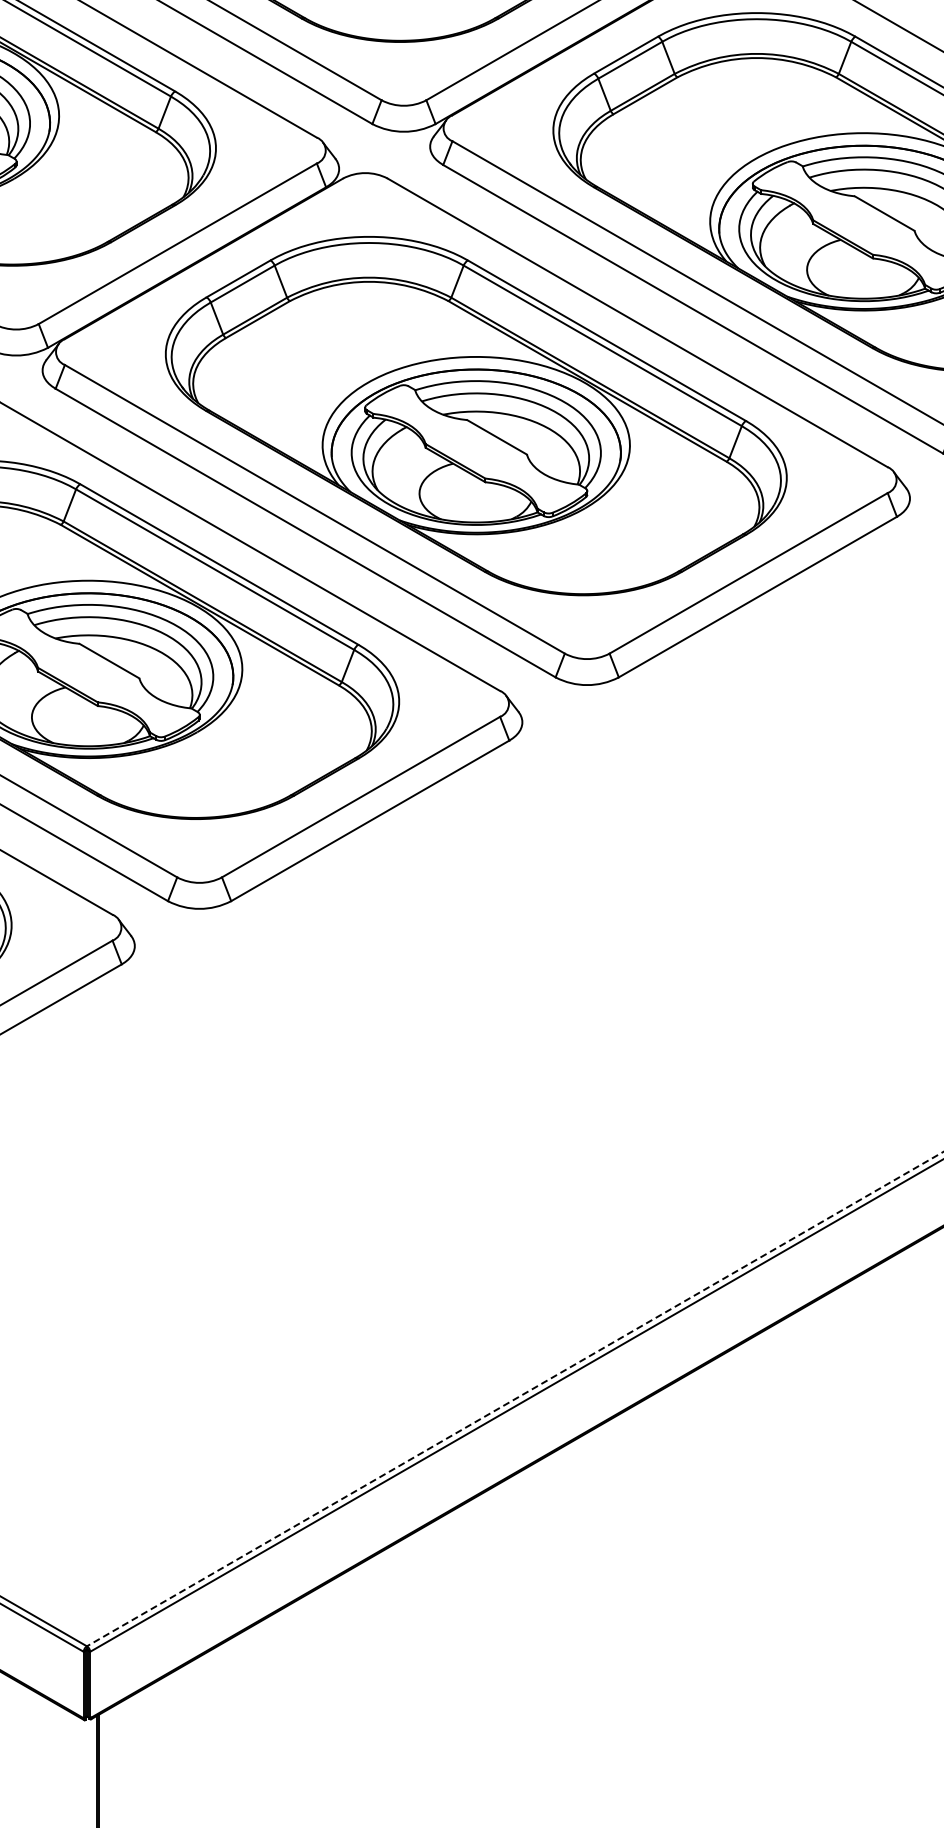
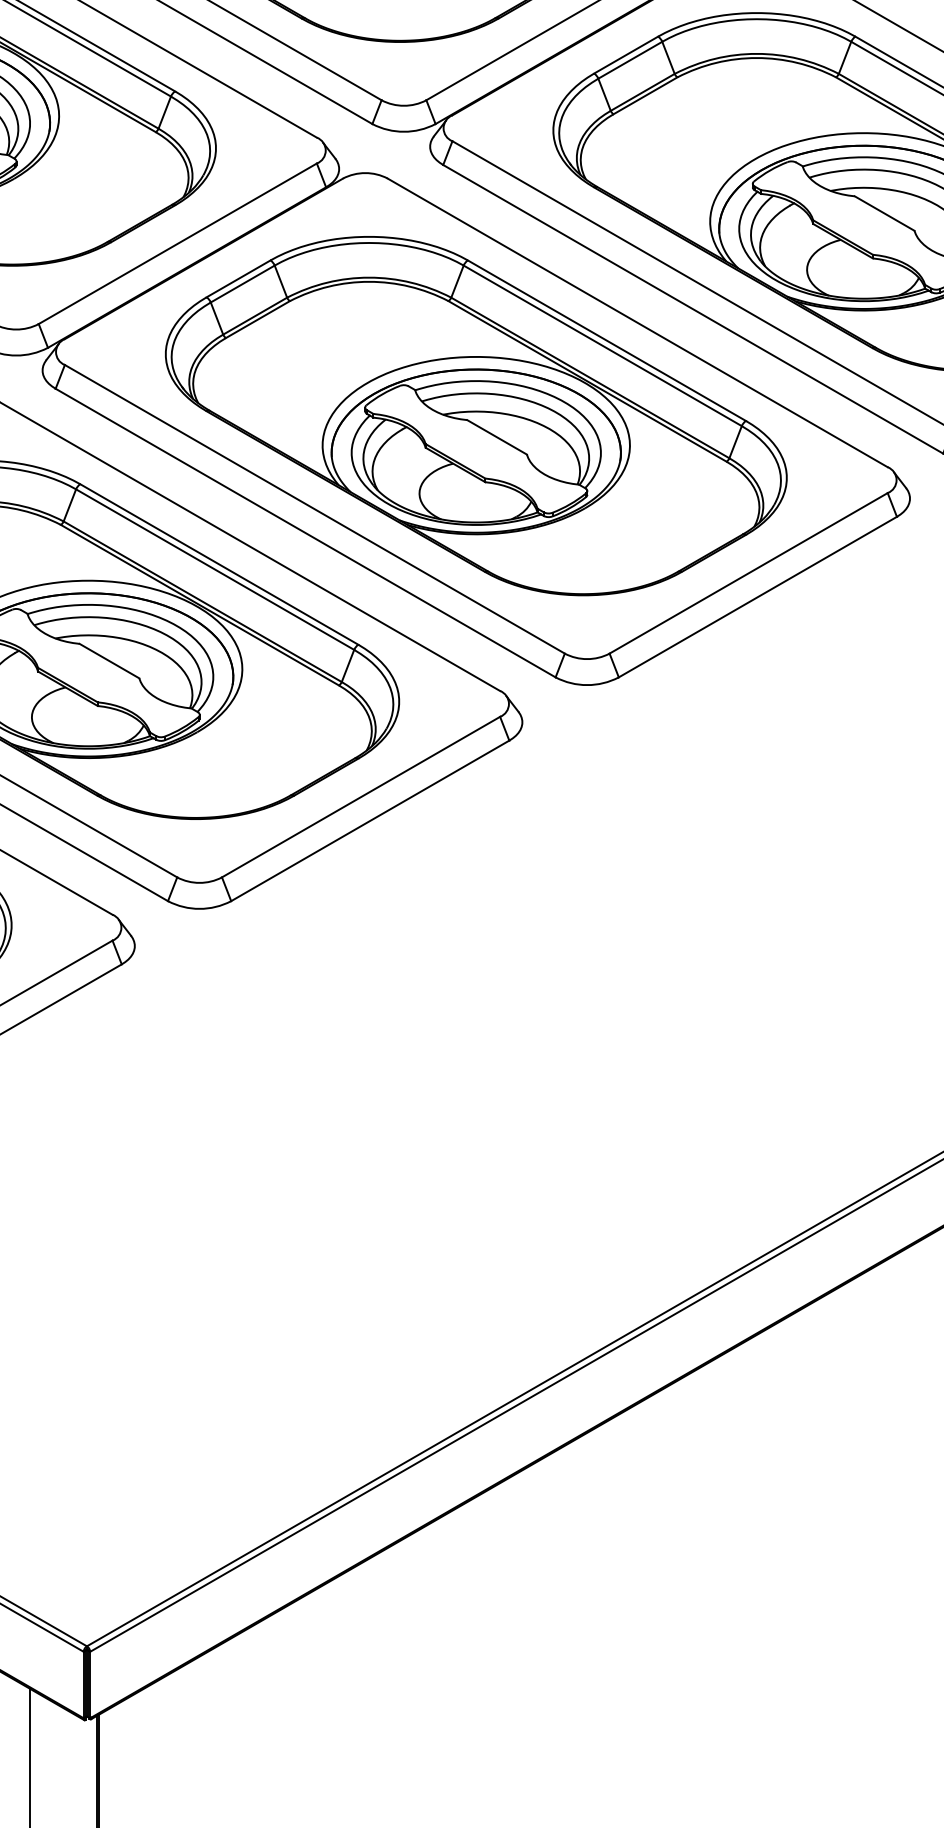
line at (514, 1399): dashed -> solid
line at (30, 1756): none -> present
